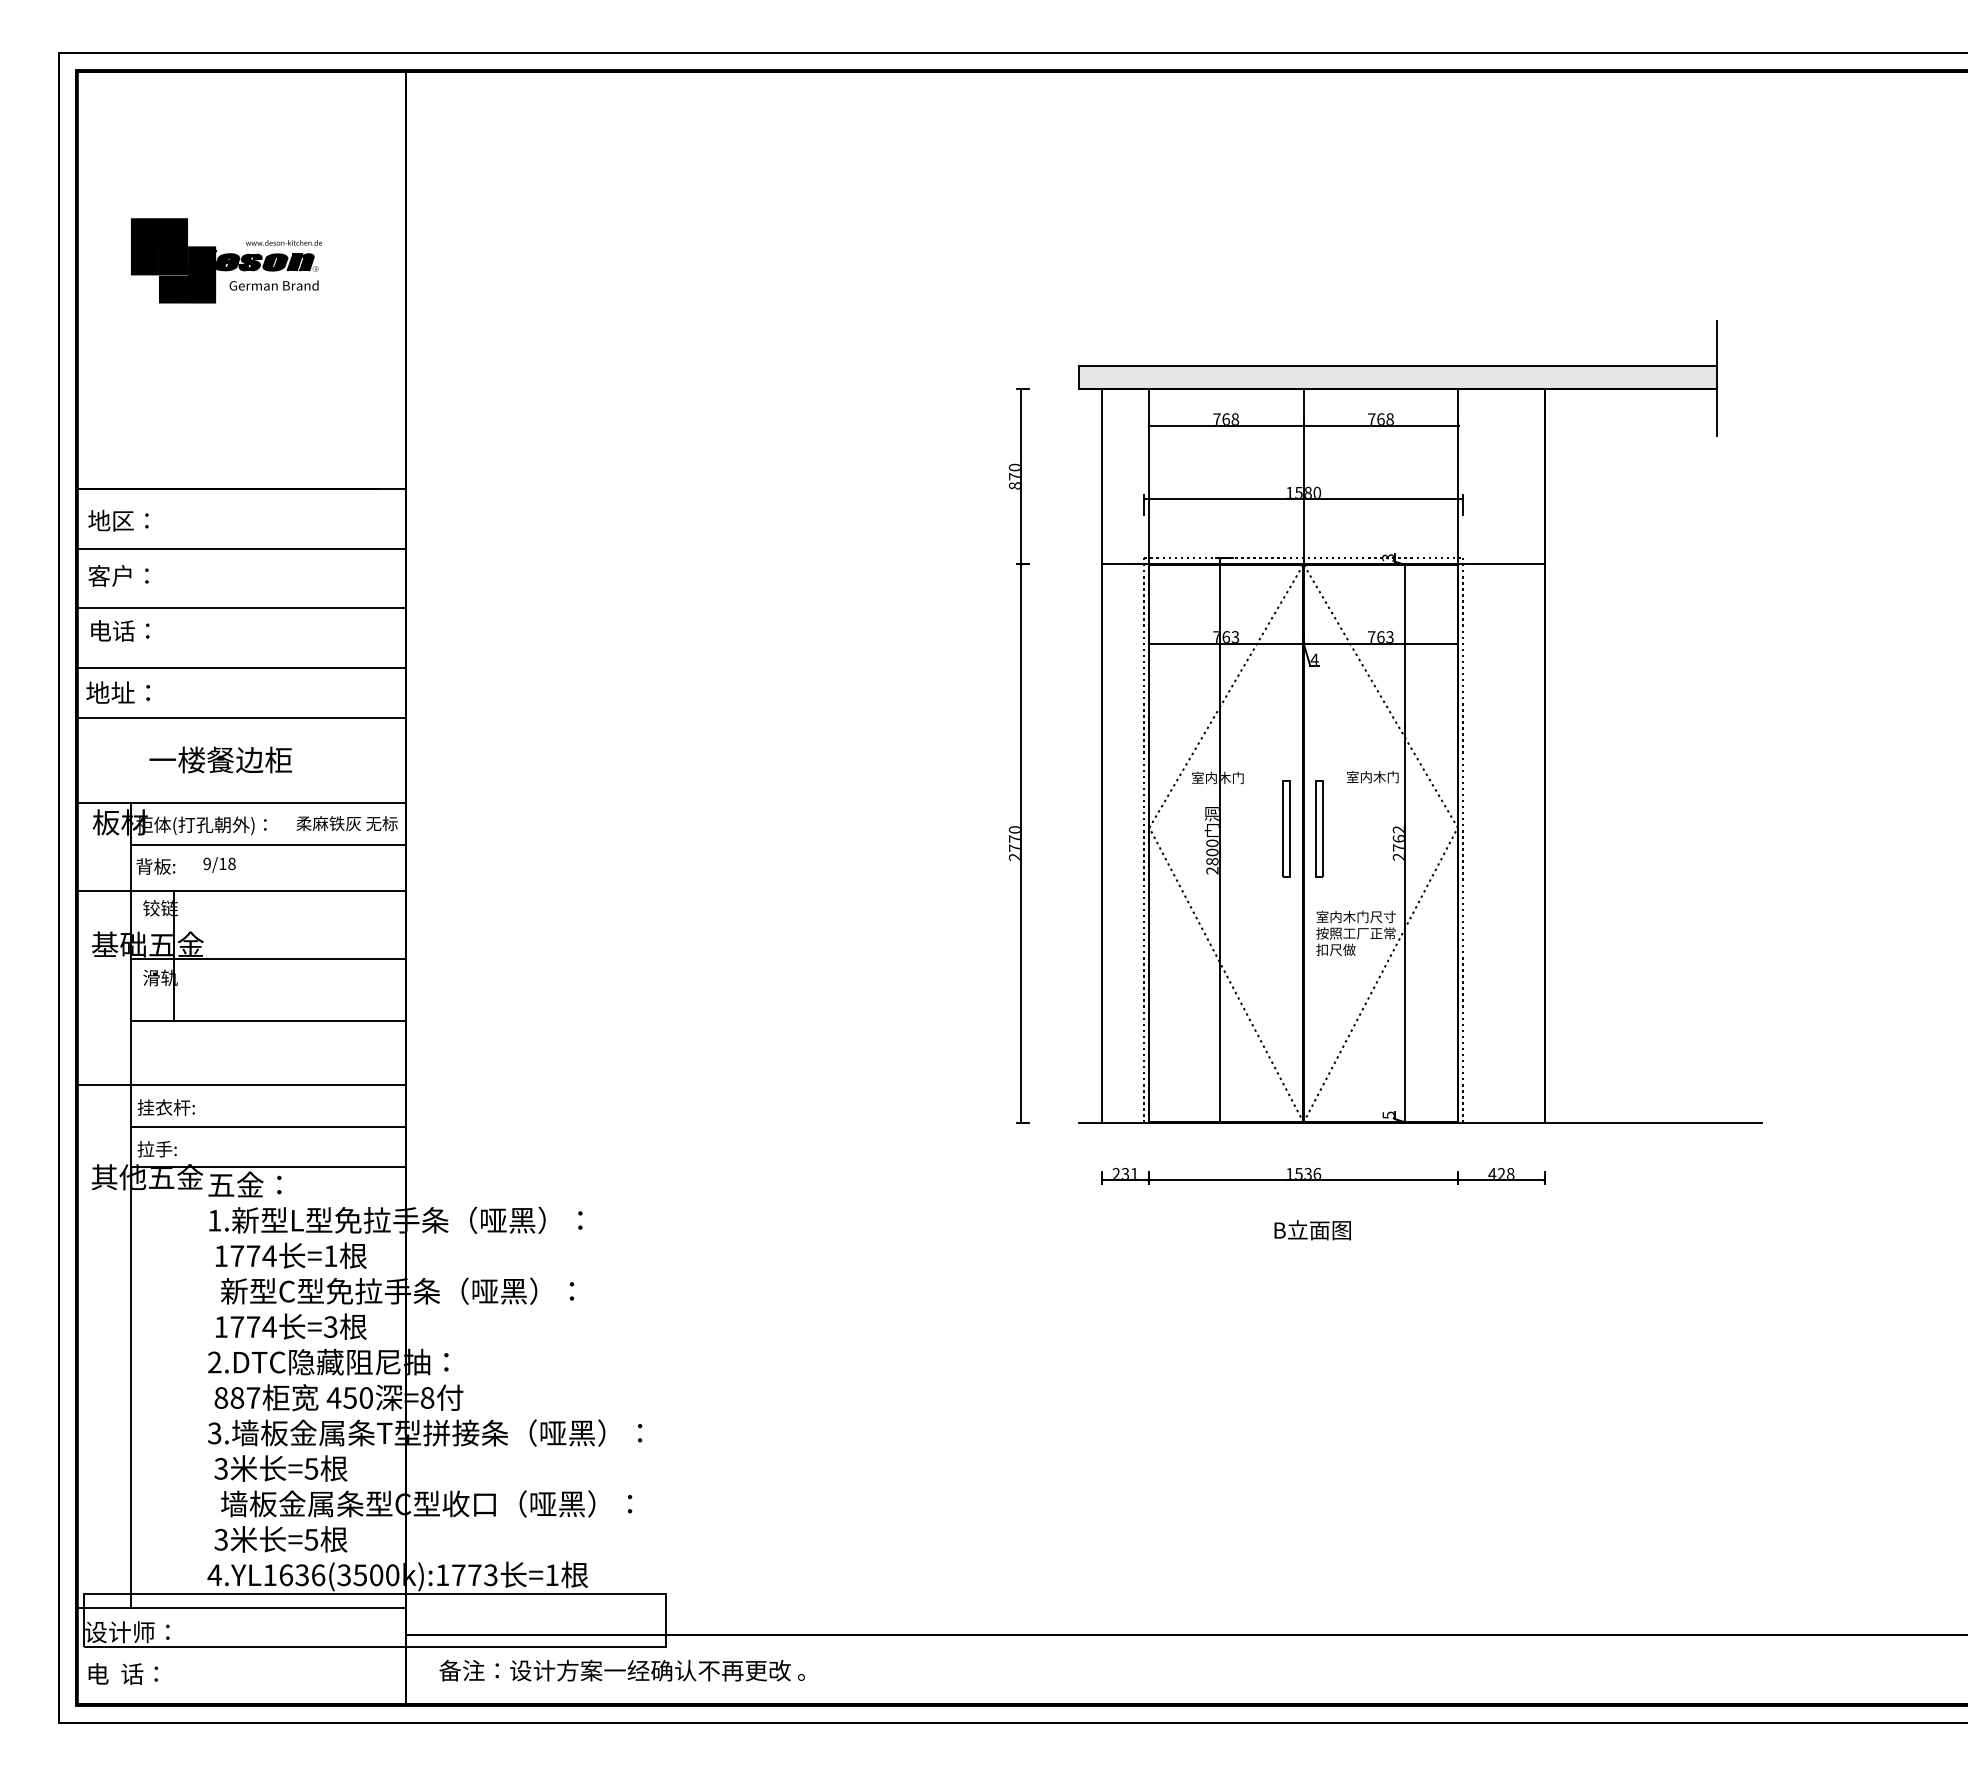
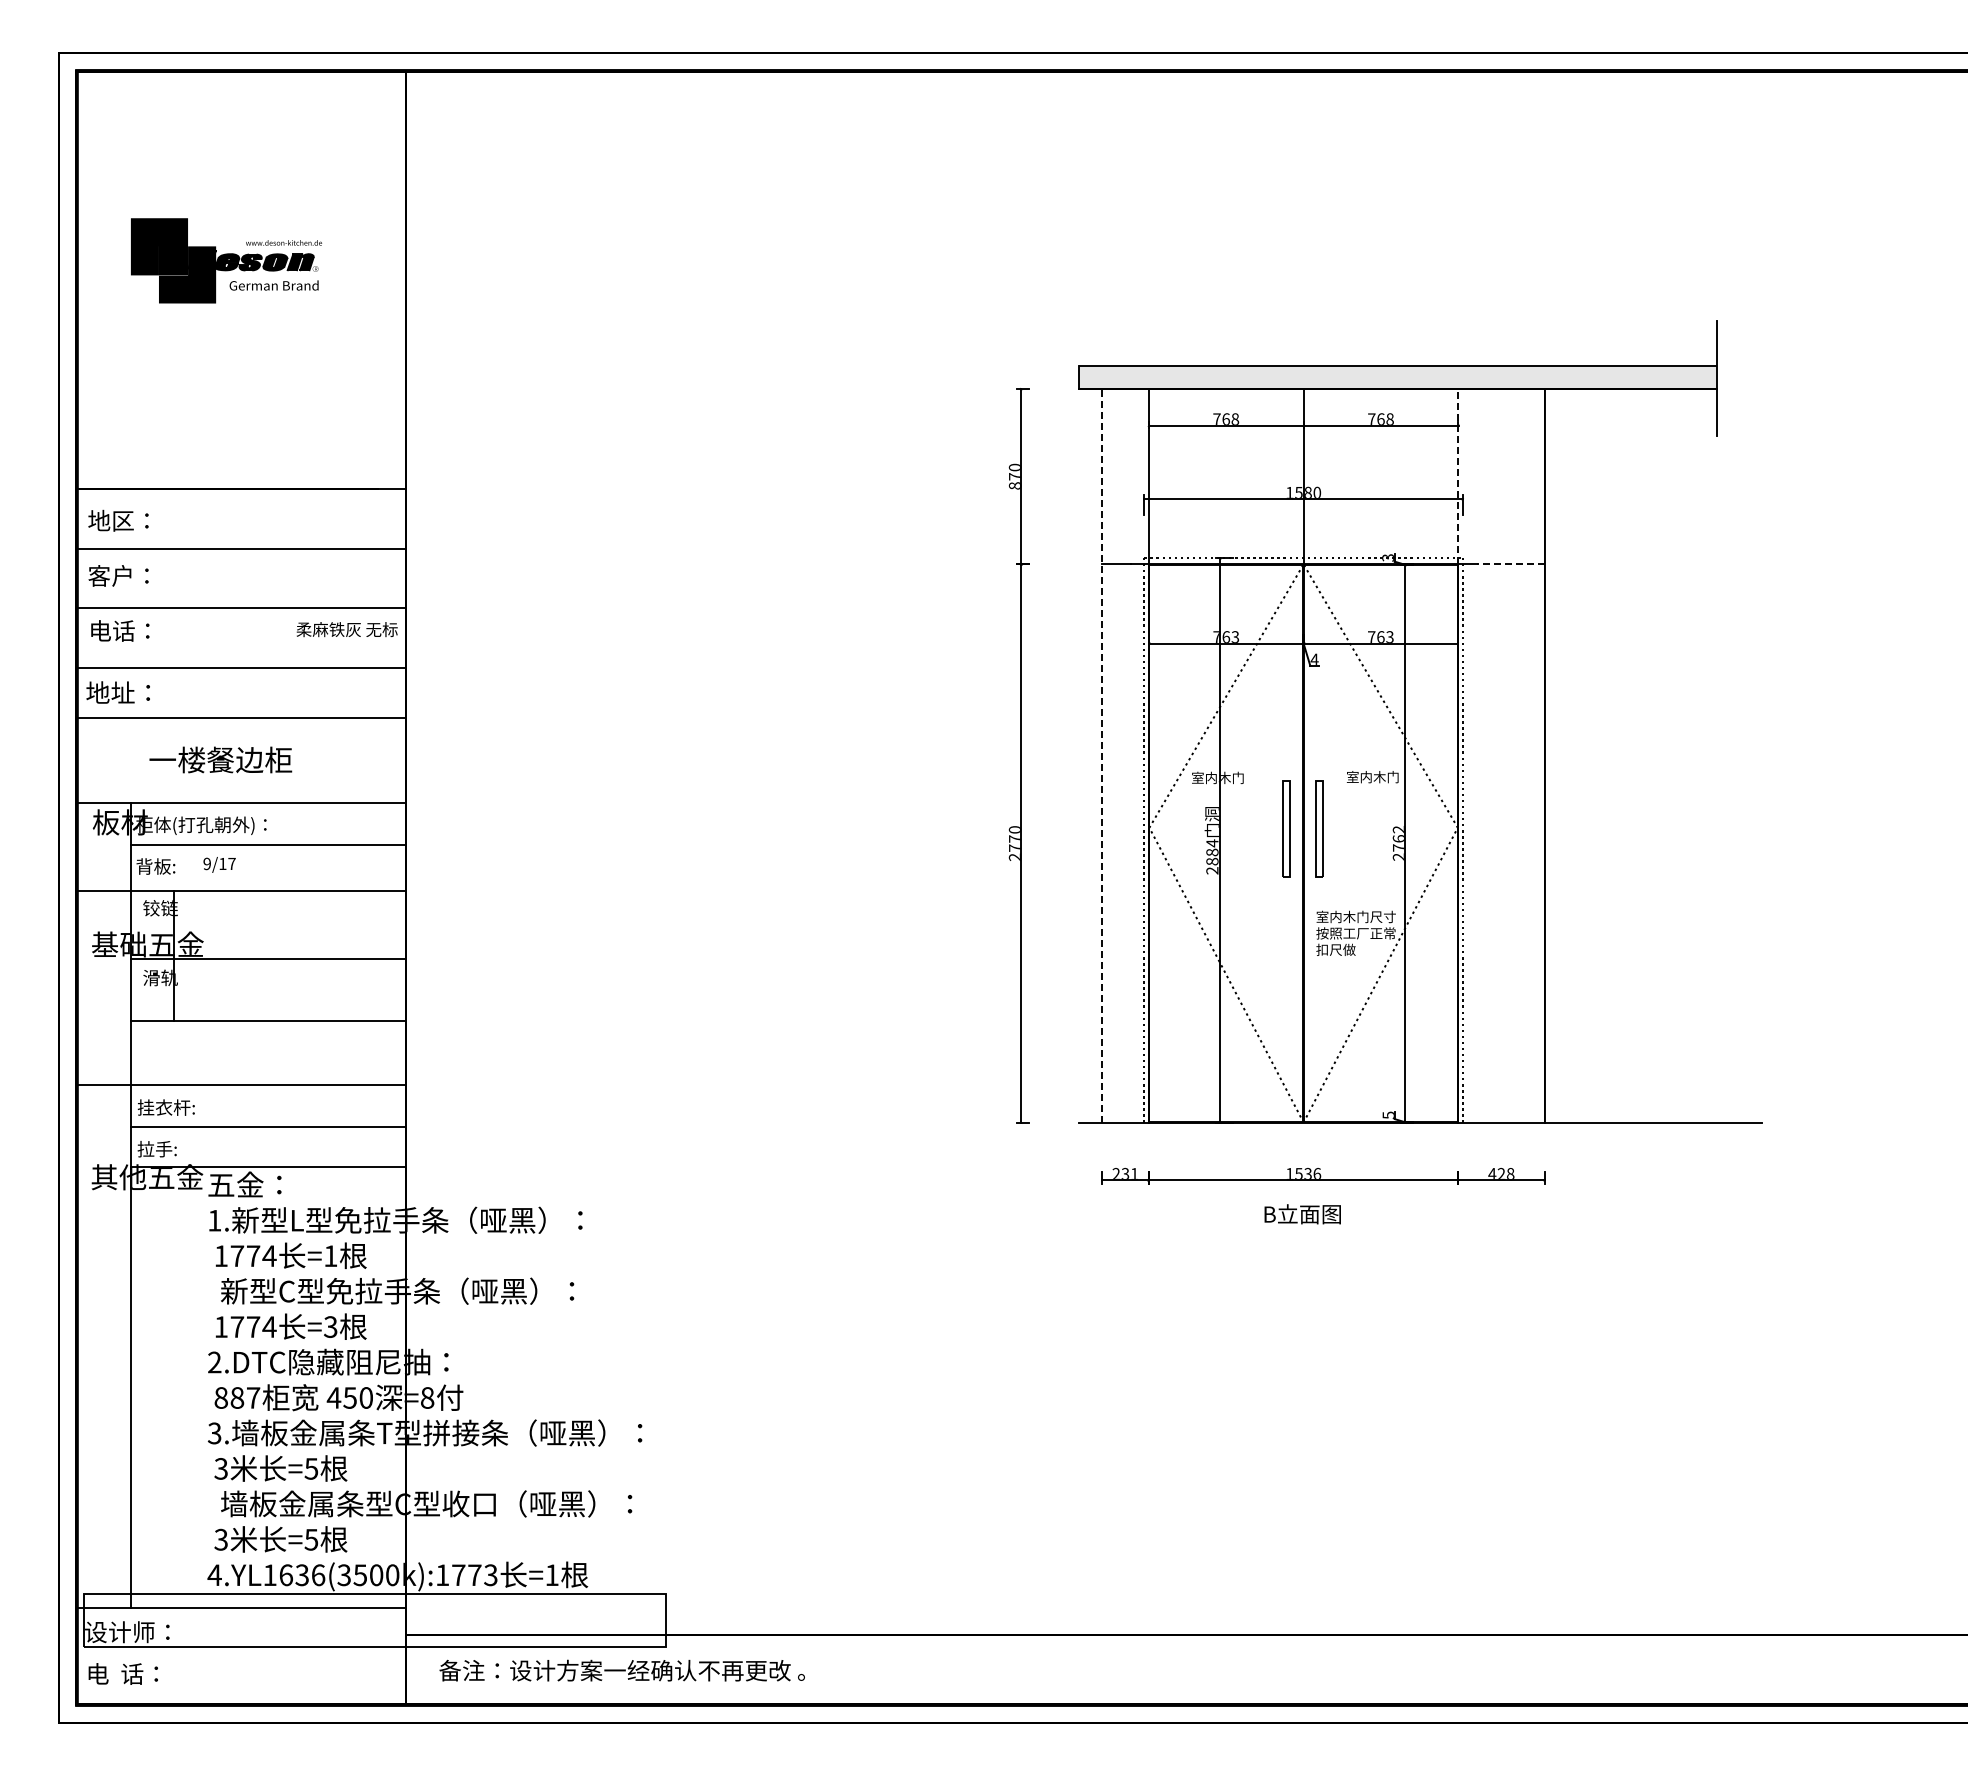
line at (1458, 476): solid -> dashed
line at (1510, 564): solid -> dashed
line at (1102, 755): solid -> dashed
text at (346, 823) position: (346, 823) -> (346, 629)
text at (1212, 847): 2800 -> 2884
text at (231, 863): 9/18 -> 9/17
text at (1312, 1230) position: (1312, 1230) -> (1302, 1214)
